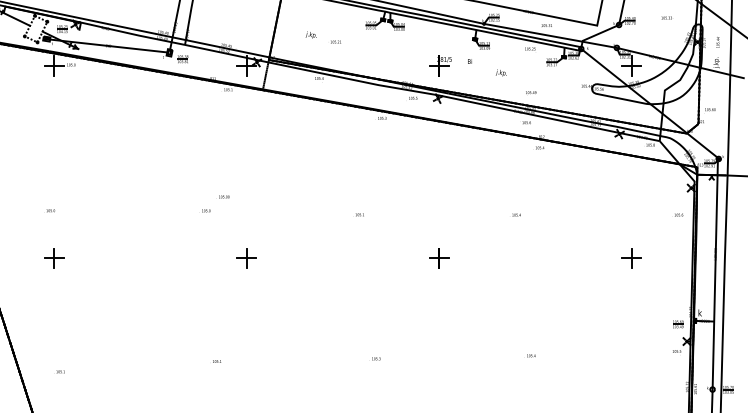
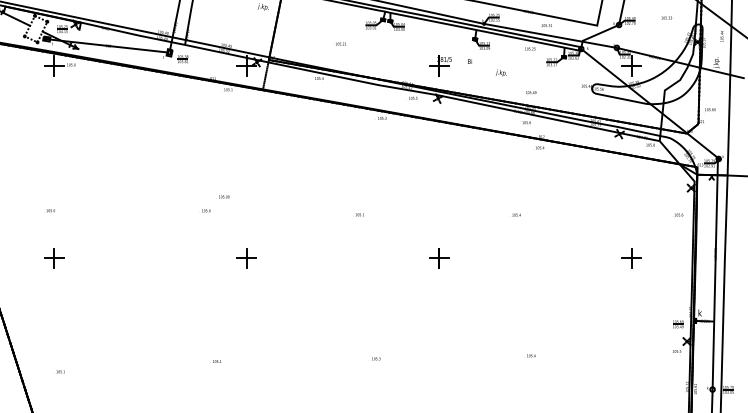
text at (310, 34) position: (310, 34) -> (262, 6)
text at (335, 41) position: (335, 41) -> (340, 43)
text at (717, 42) position: (717, 42) -> (721, 36)
